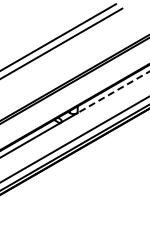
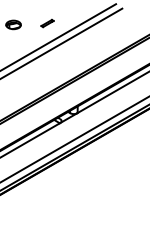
part at (47, 23): none -> present
part at (13, 24): none -> present
line at (113, 92): dashed -> solid
